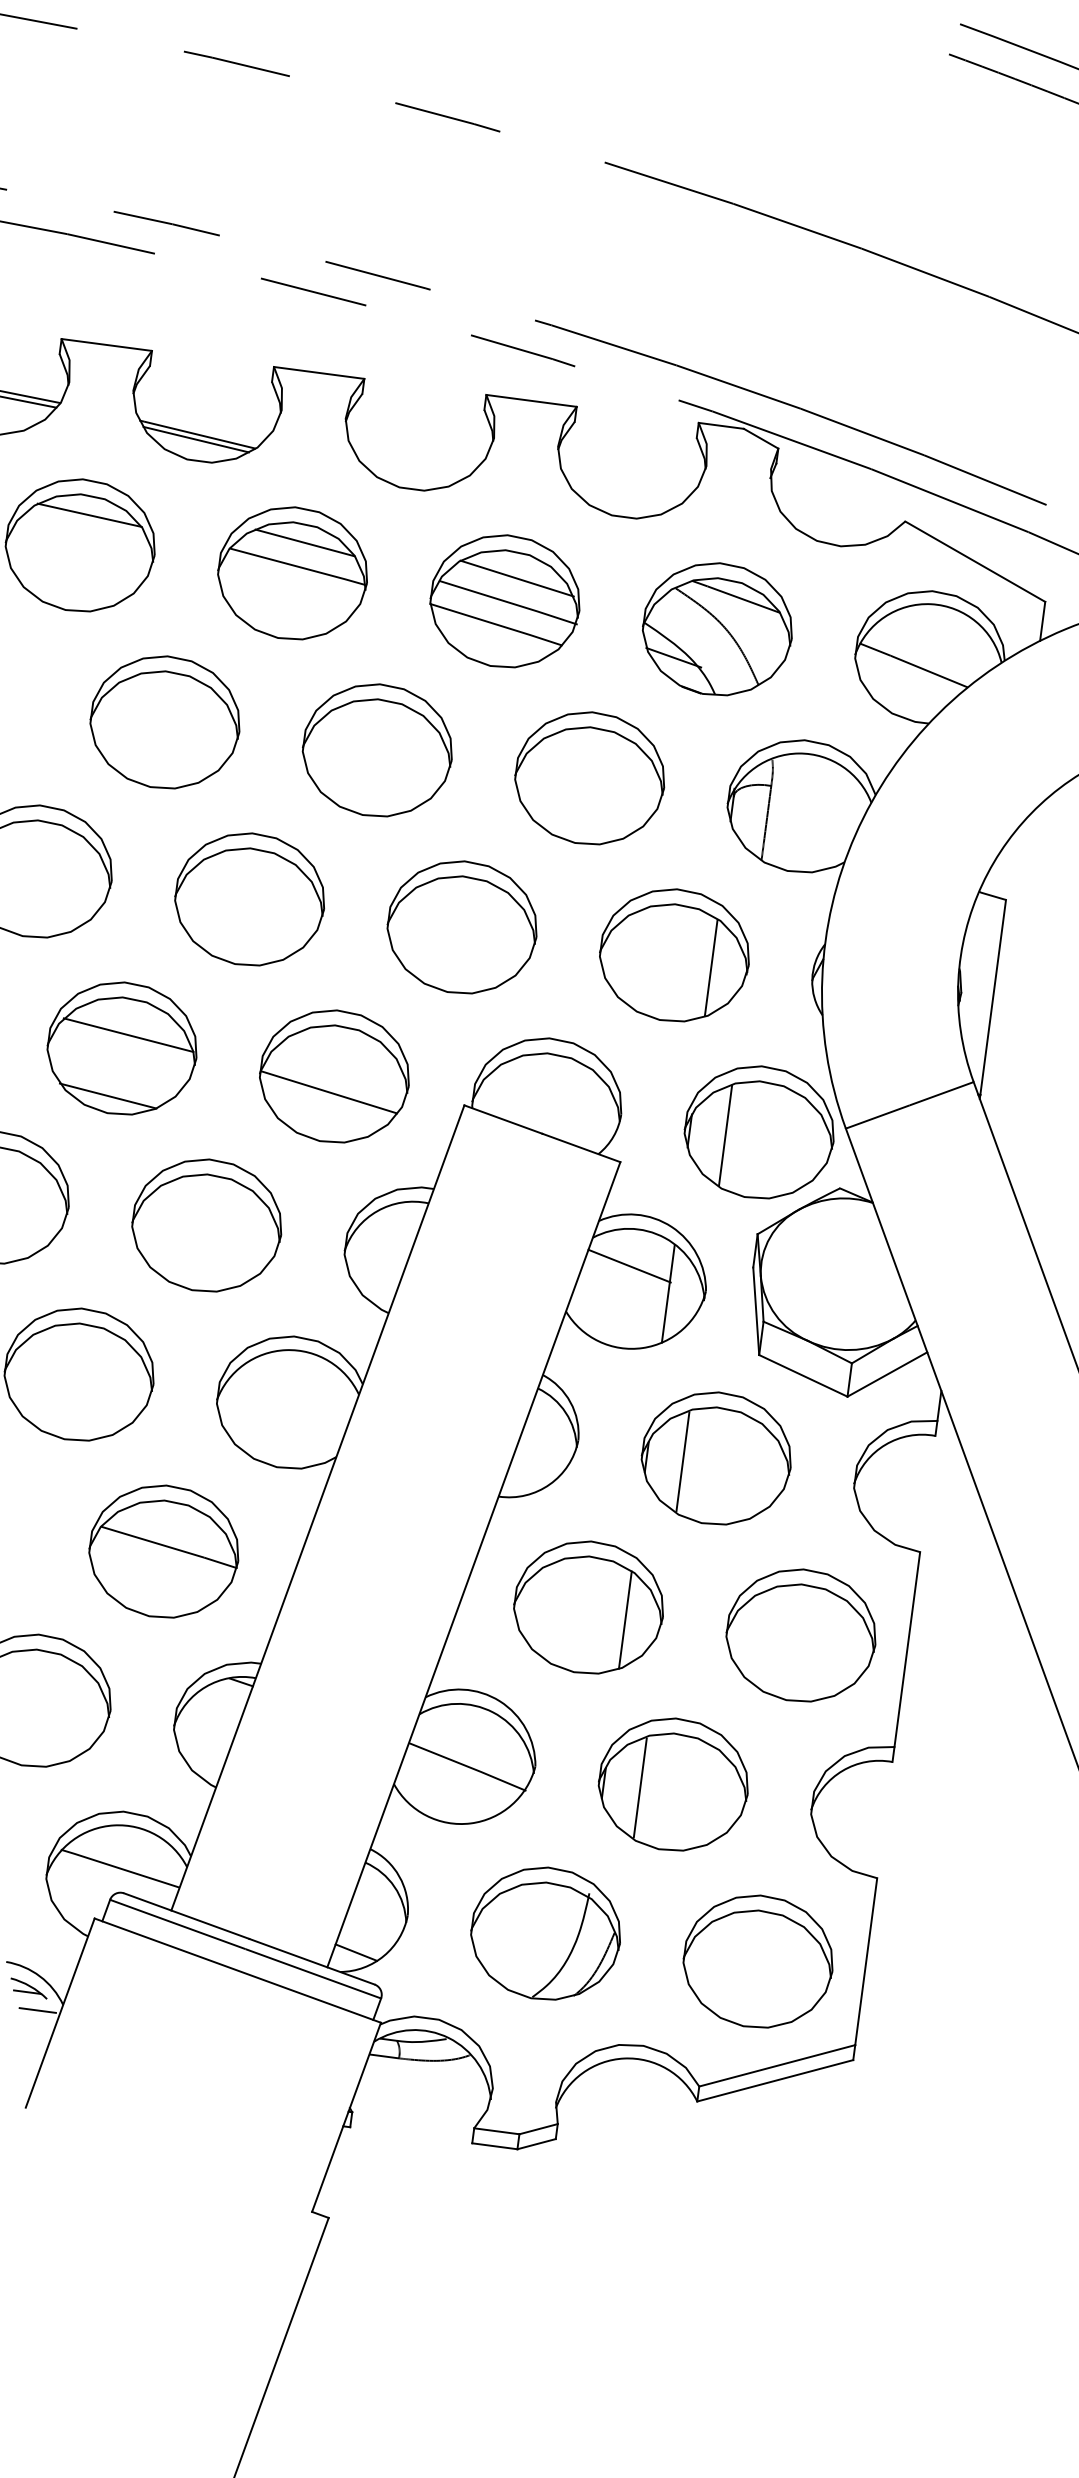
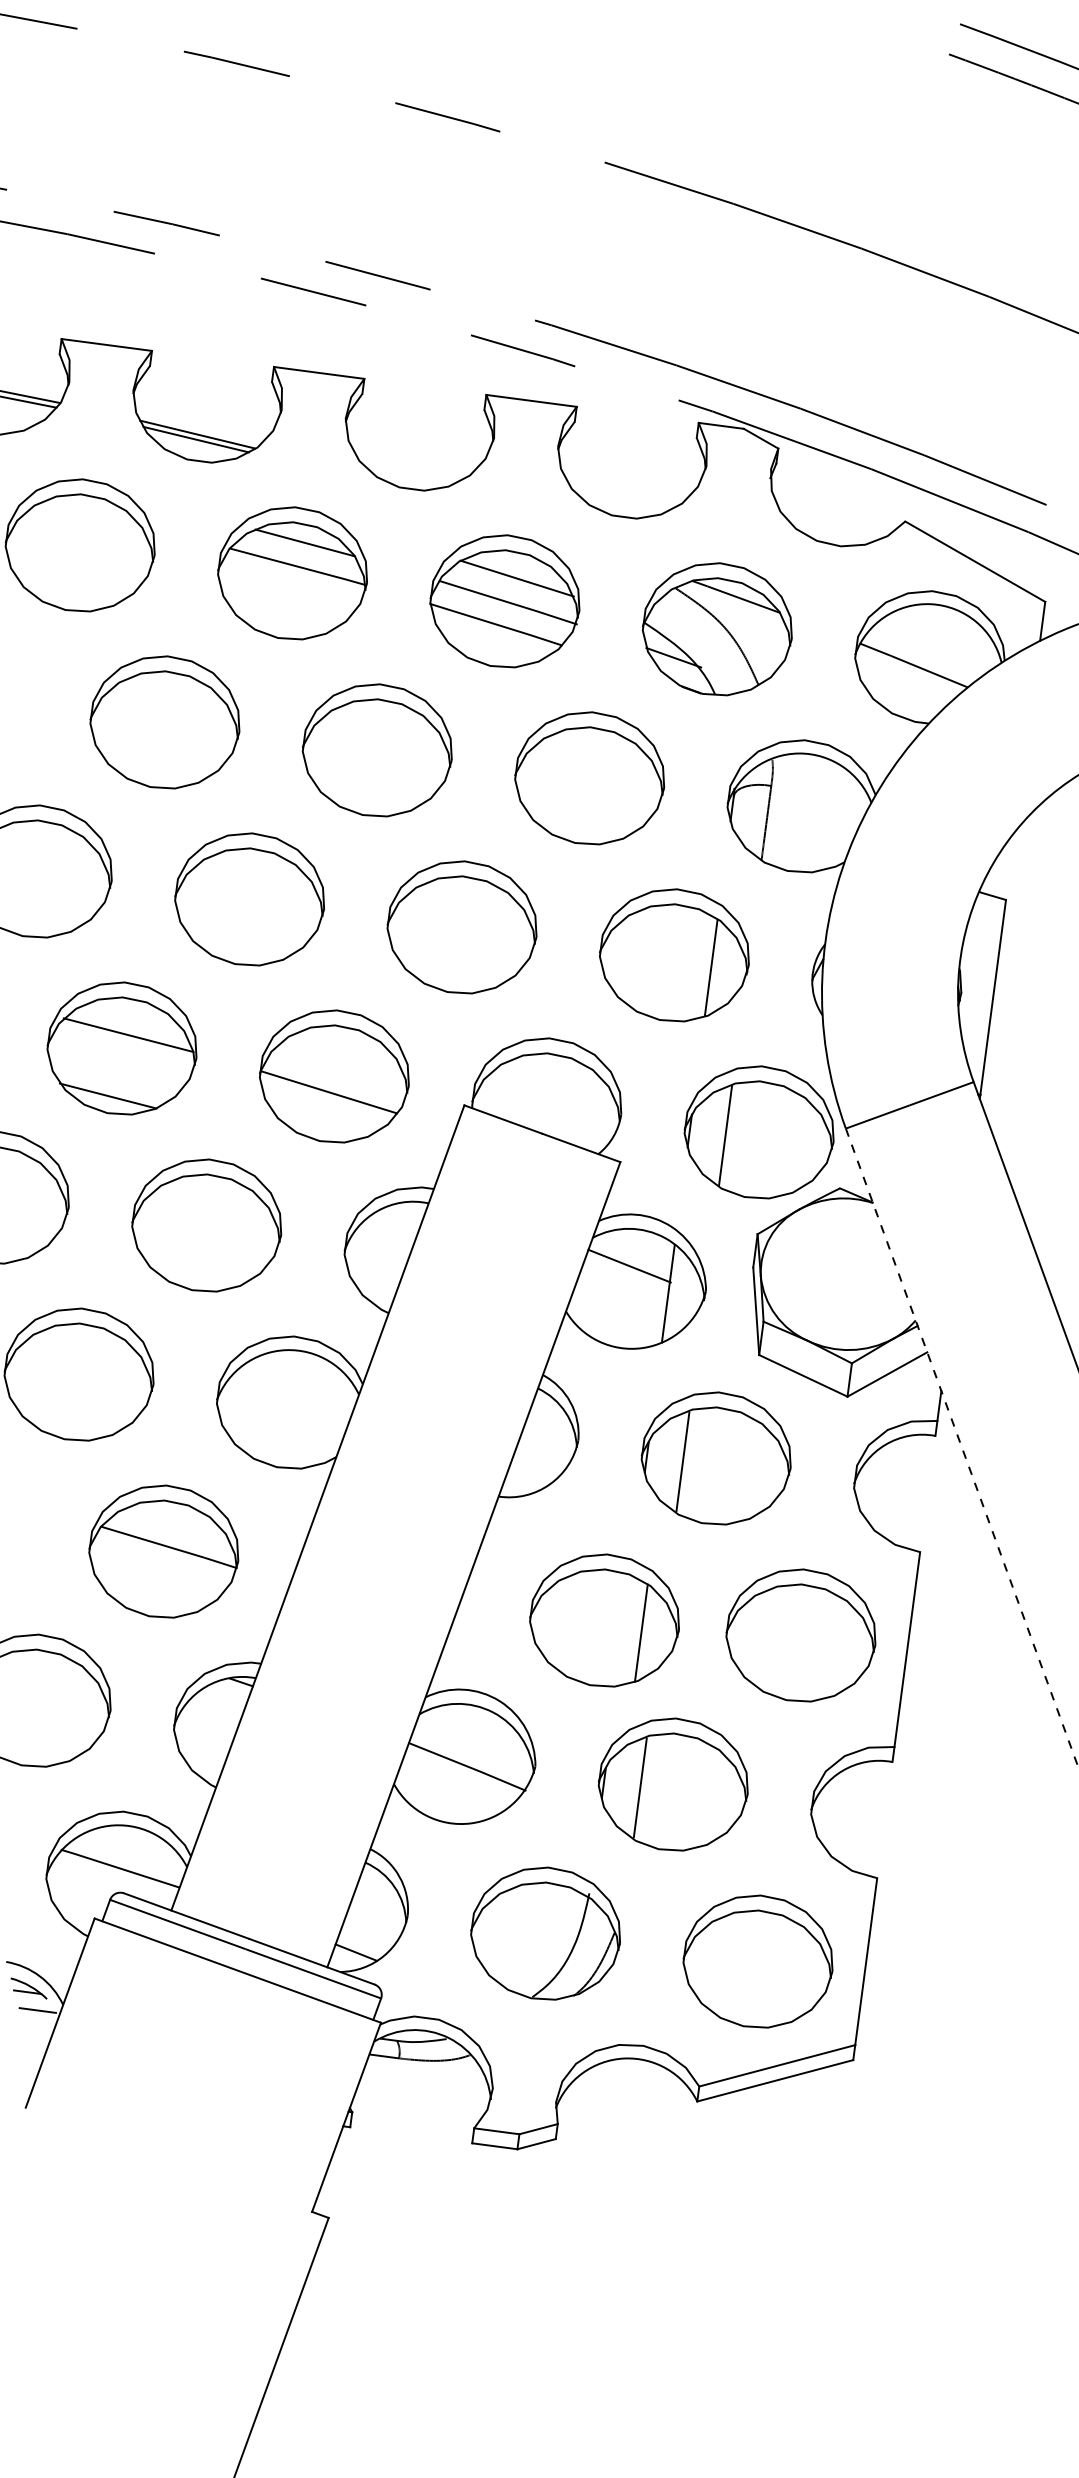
line at (89, 514): present -> none
line at (962, 1448): solid -> dashed
part at (588, 1607) position: (588, 1607) -> (604, 1620)
